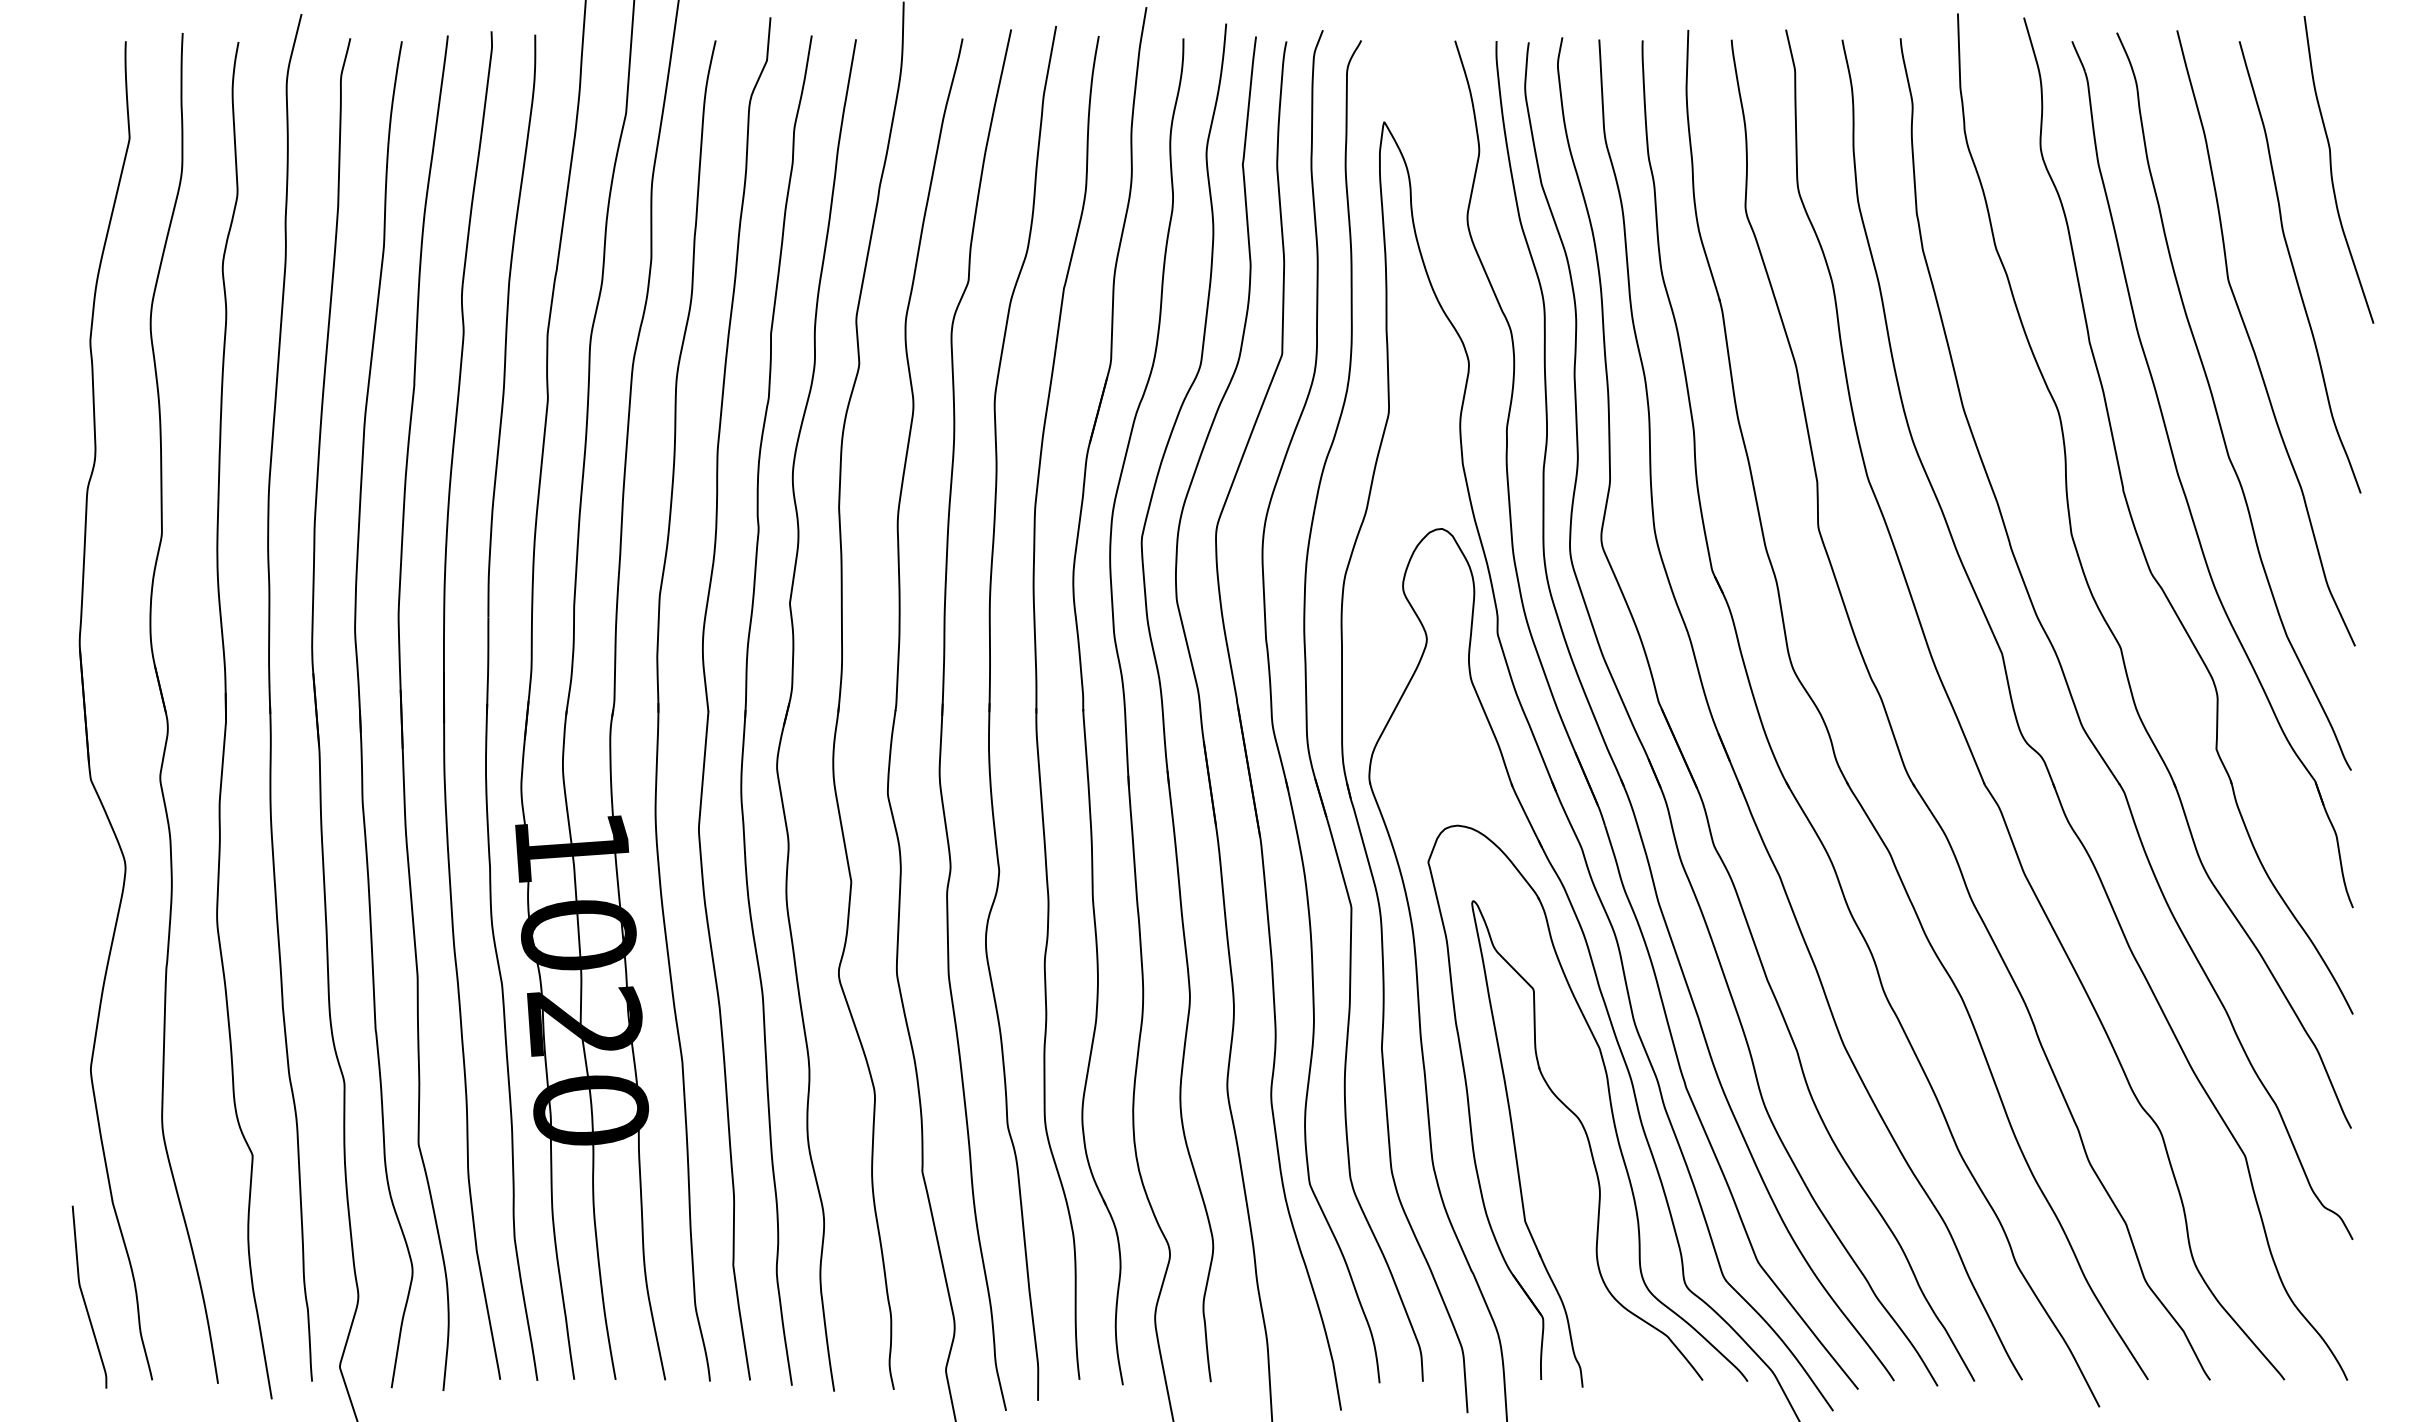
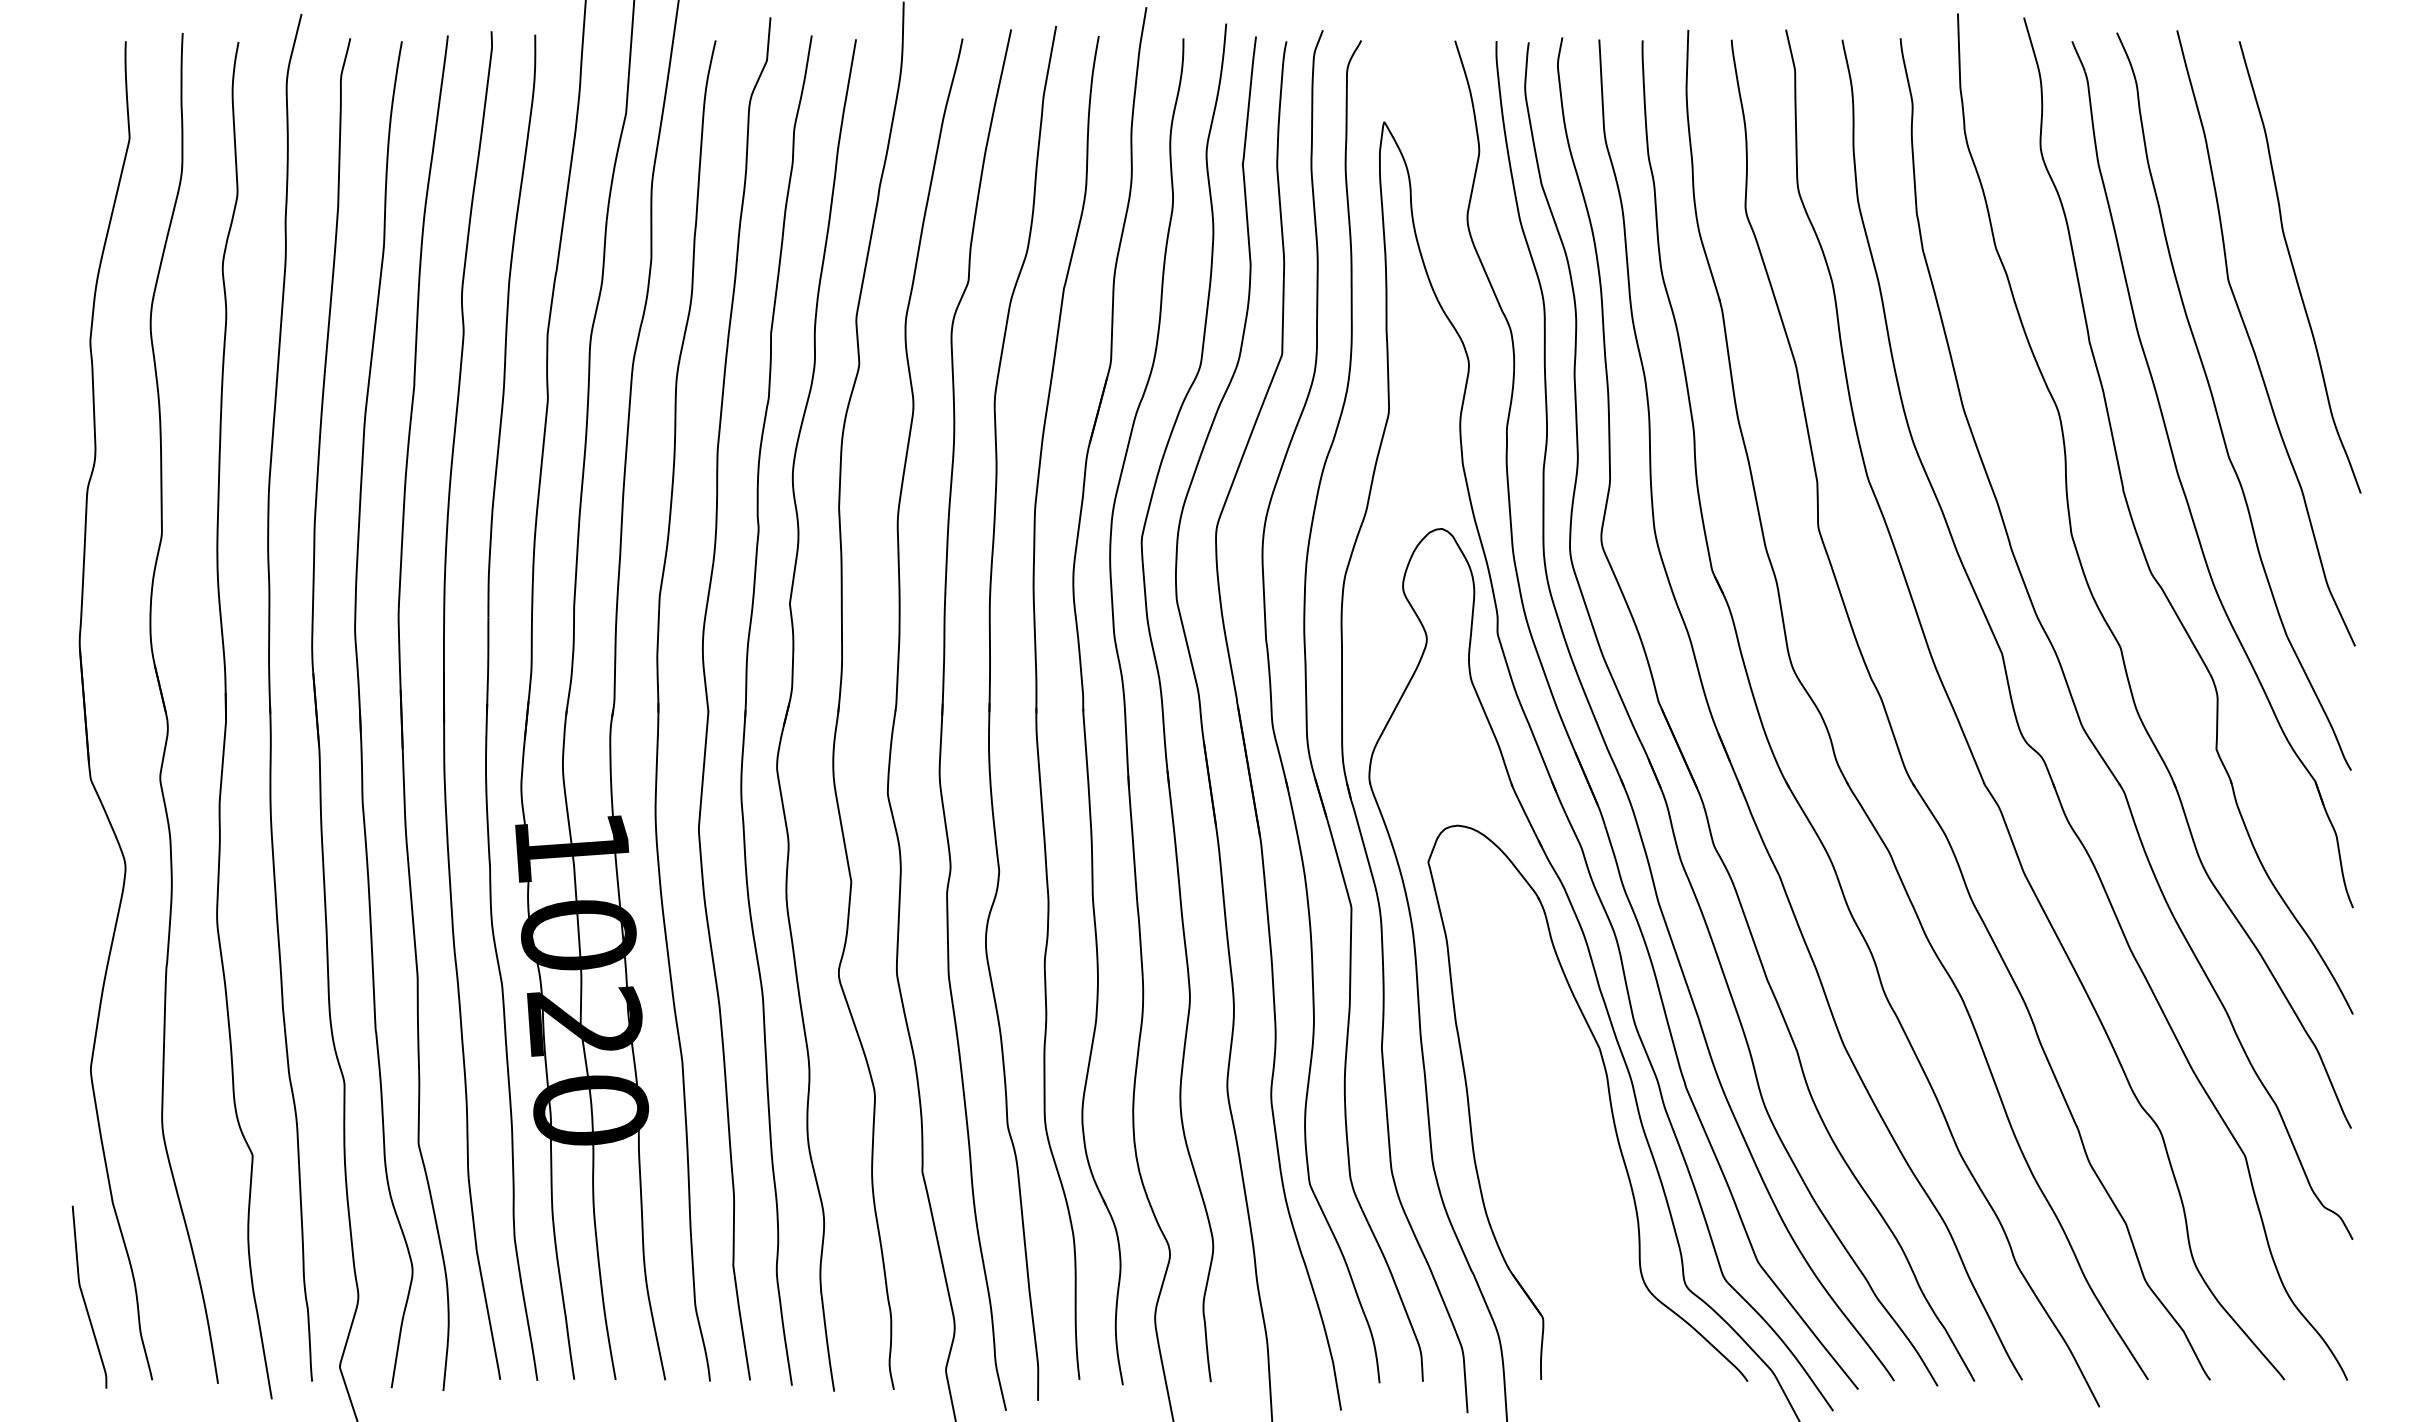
curve at (2332, 171): present -> none
part at (1587, 1143): present -> none
